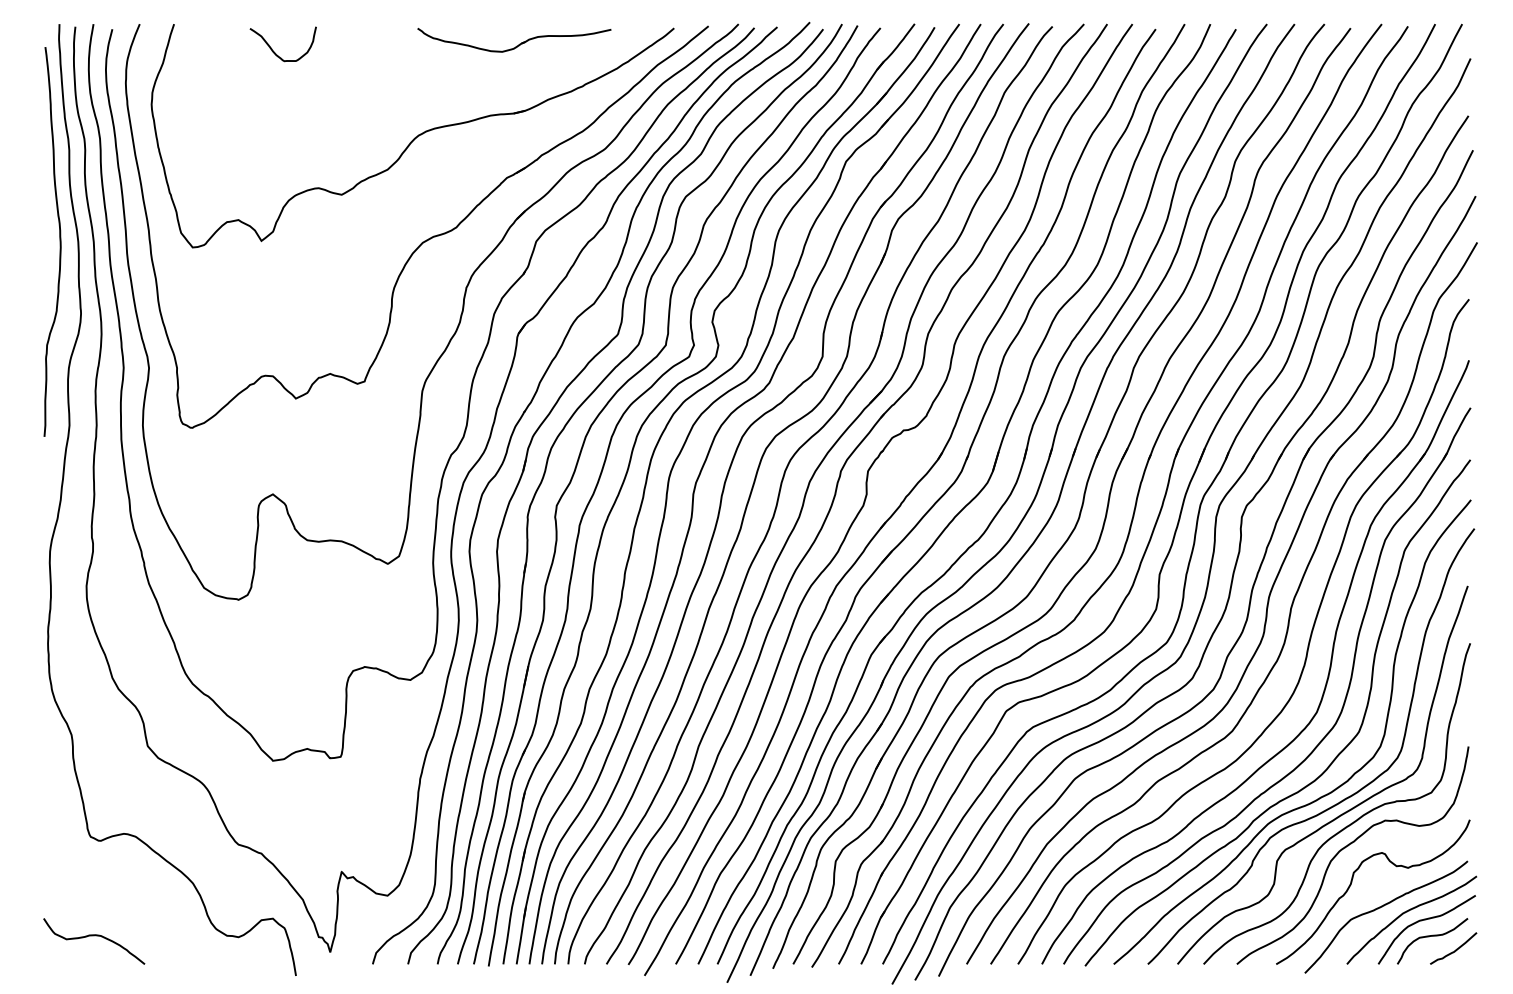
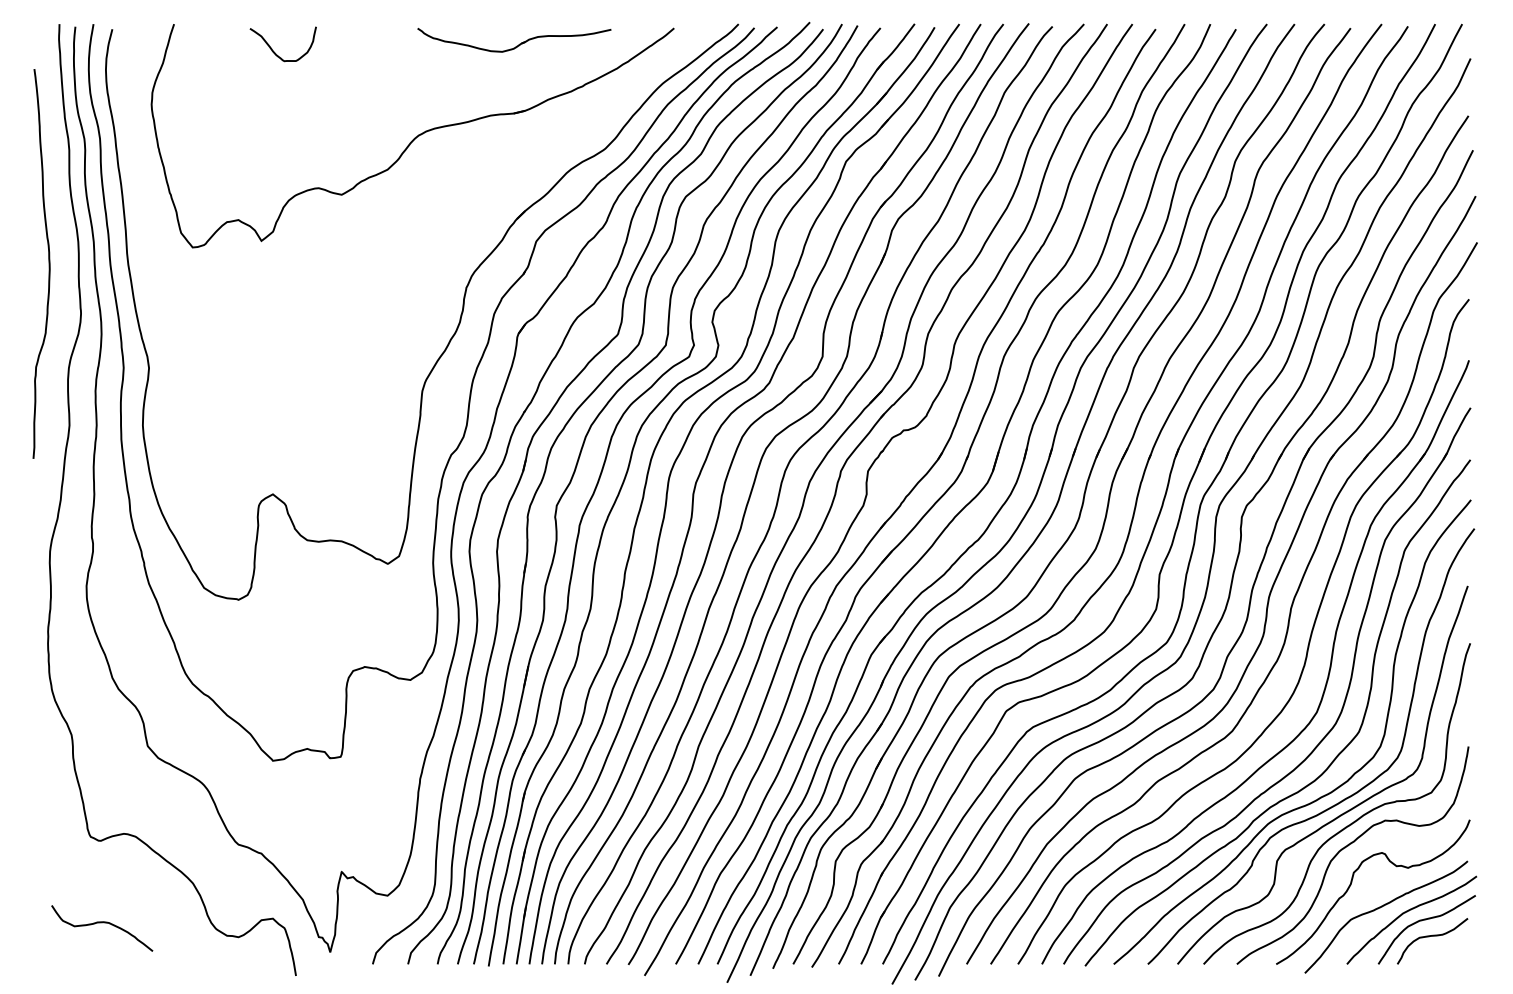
part at (424, 240): present -> none
curve at (59, 241) position: (59, 241) -> (48, 263)
curve at (94, 936) position: (94, 936) -> (102, 923)
curve at (1455, 949): present -> none
